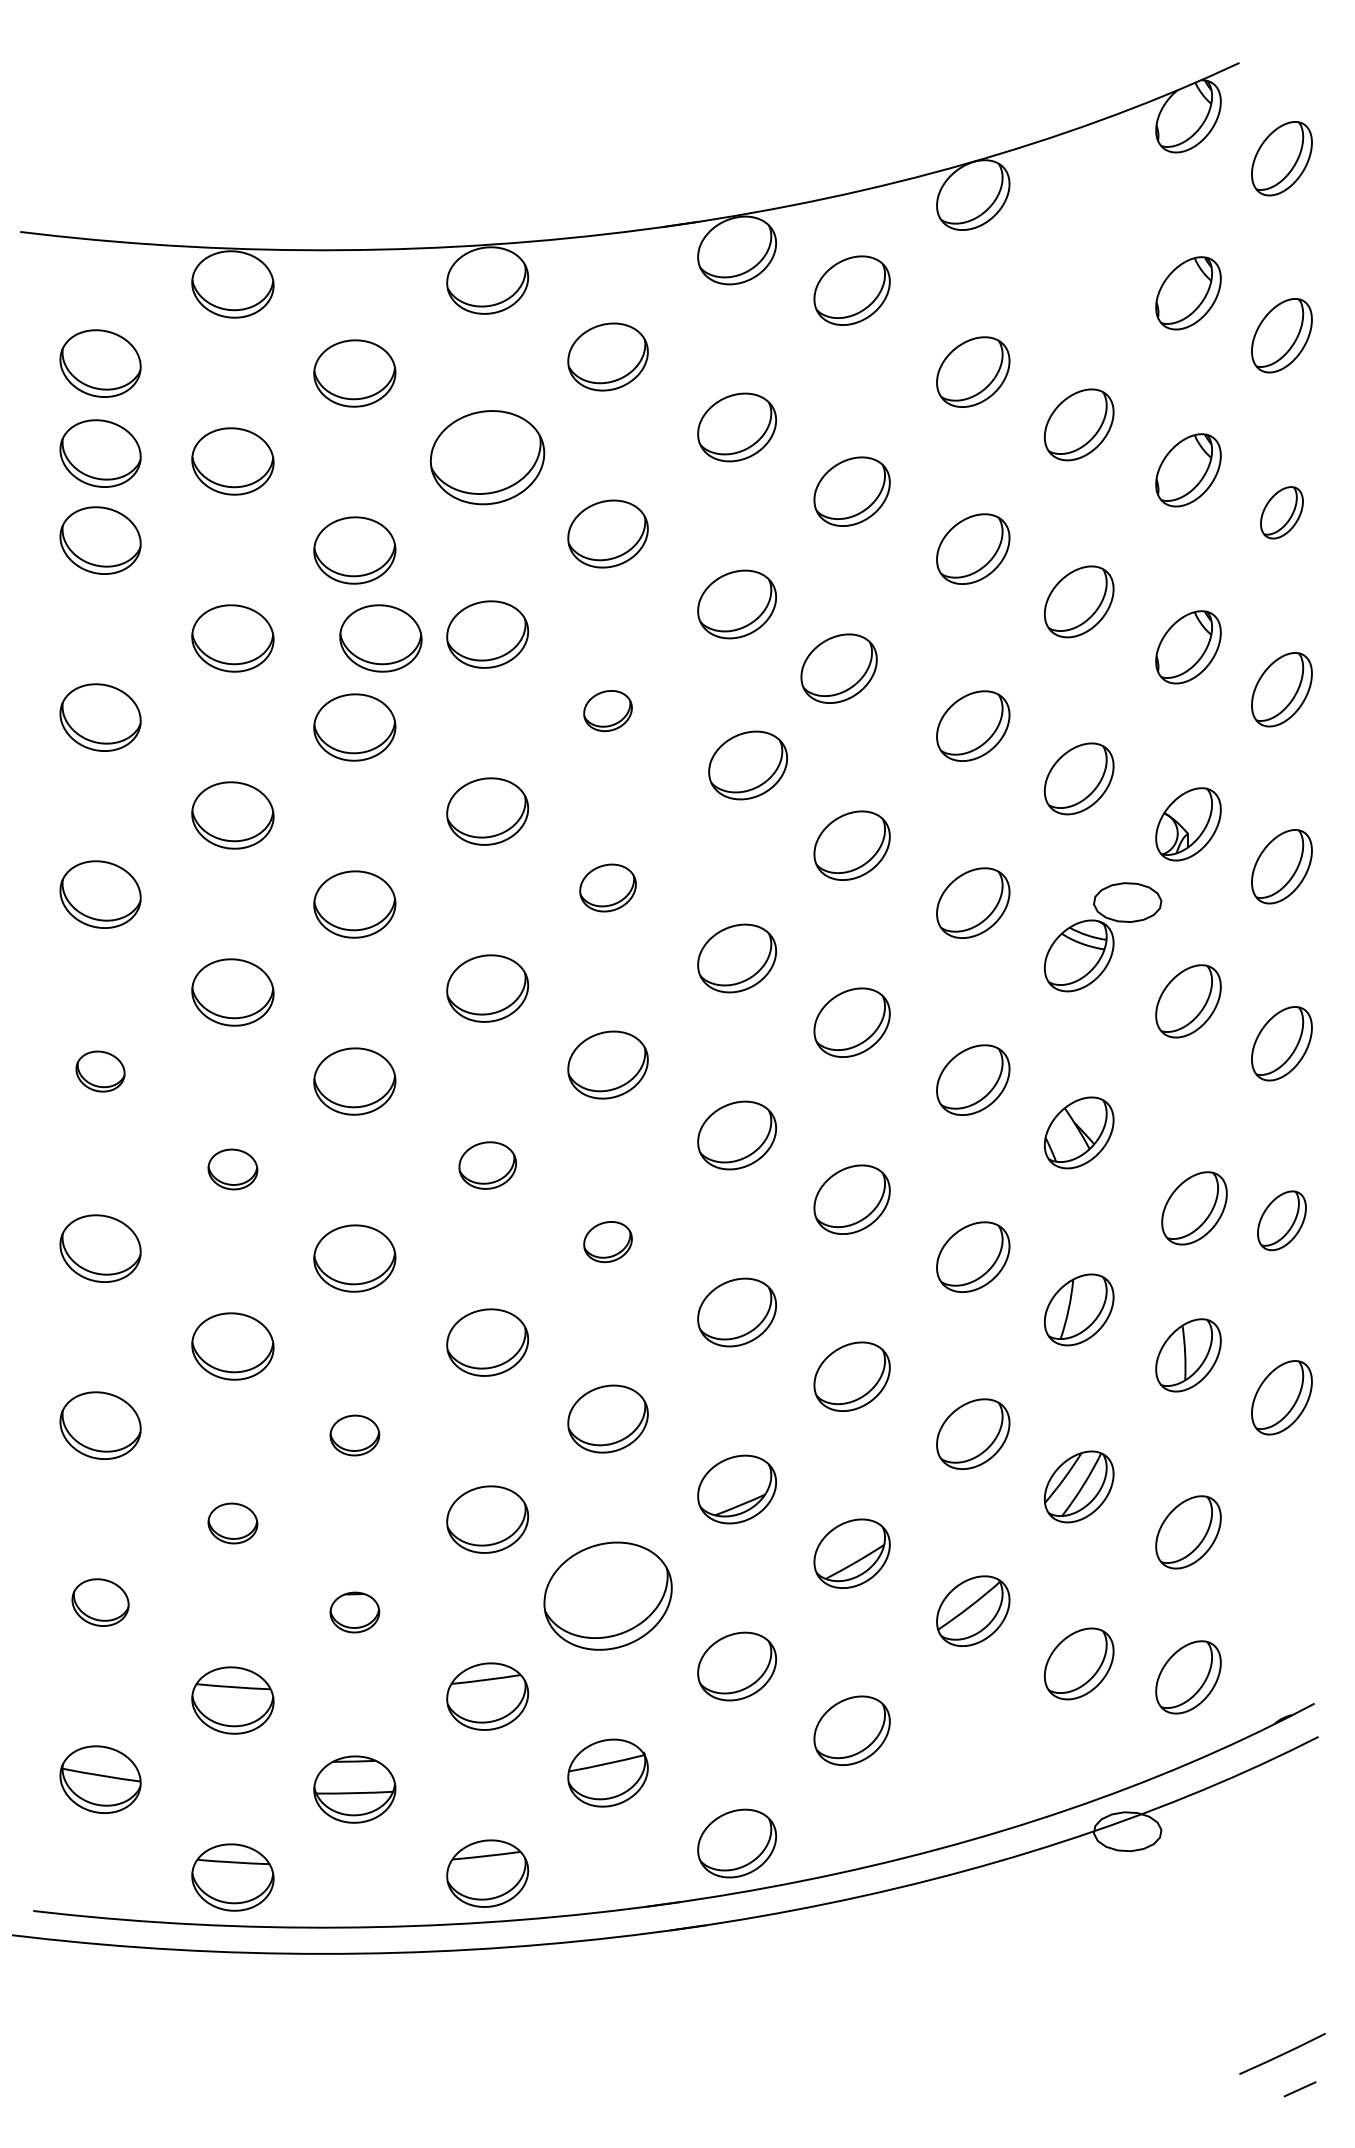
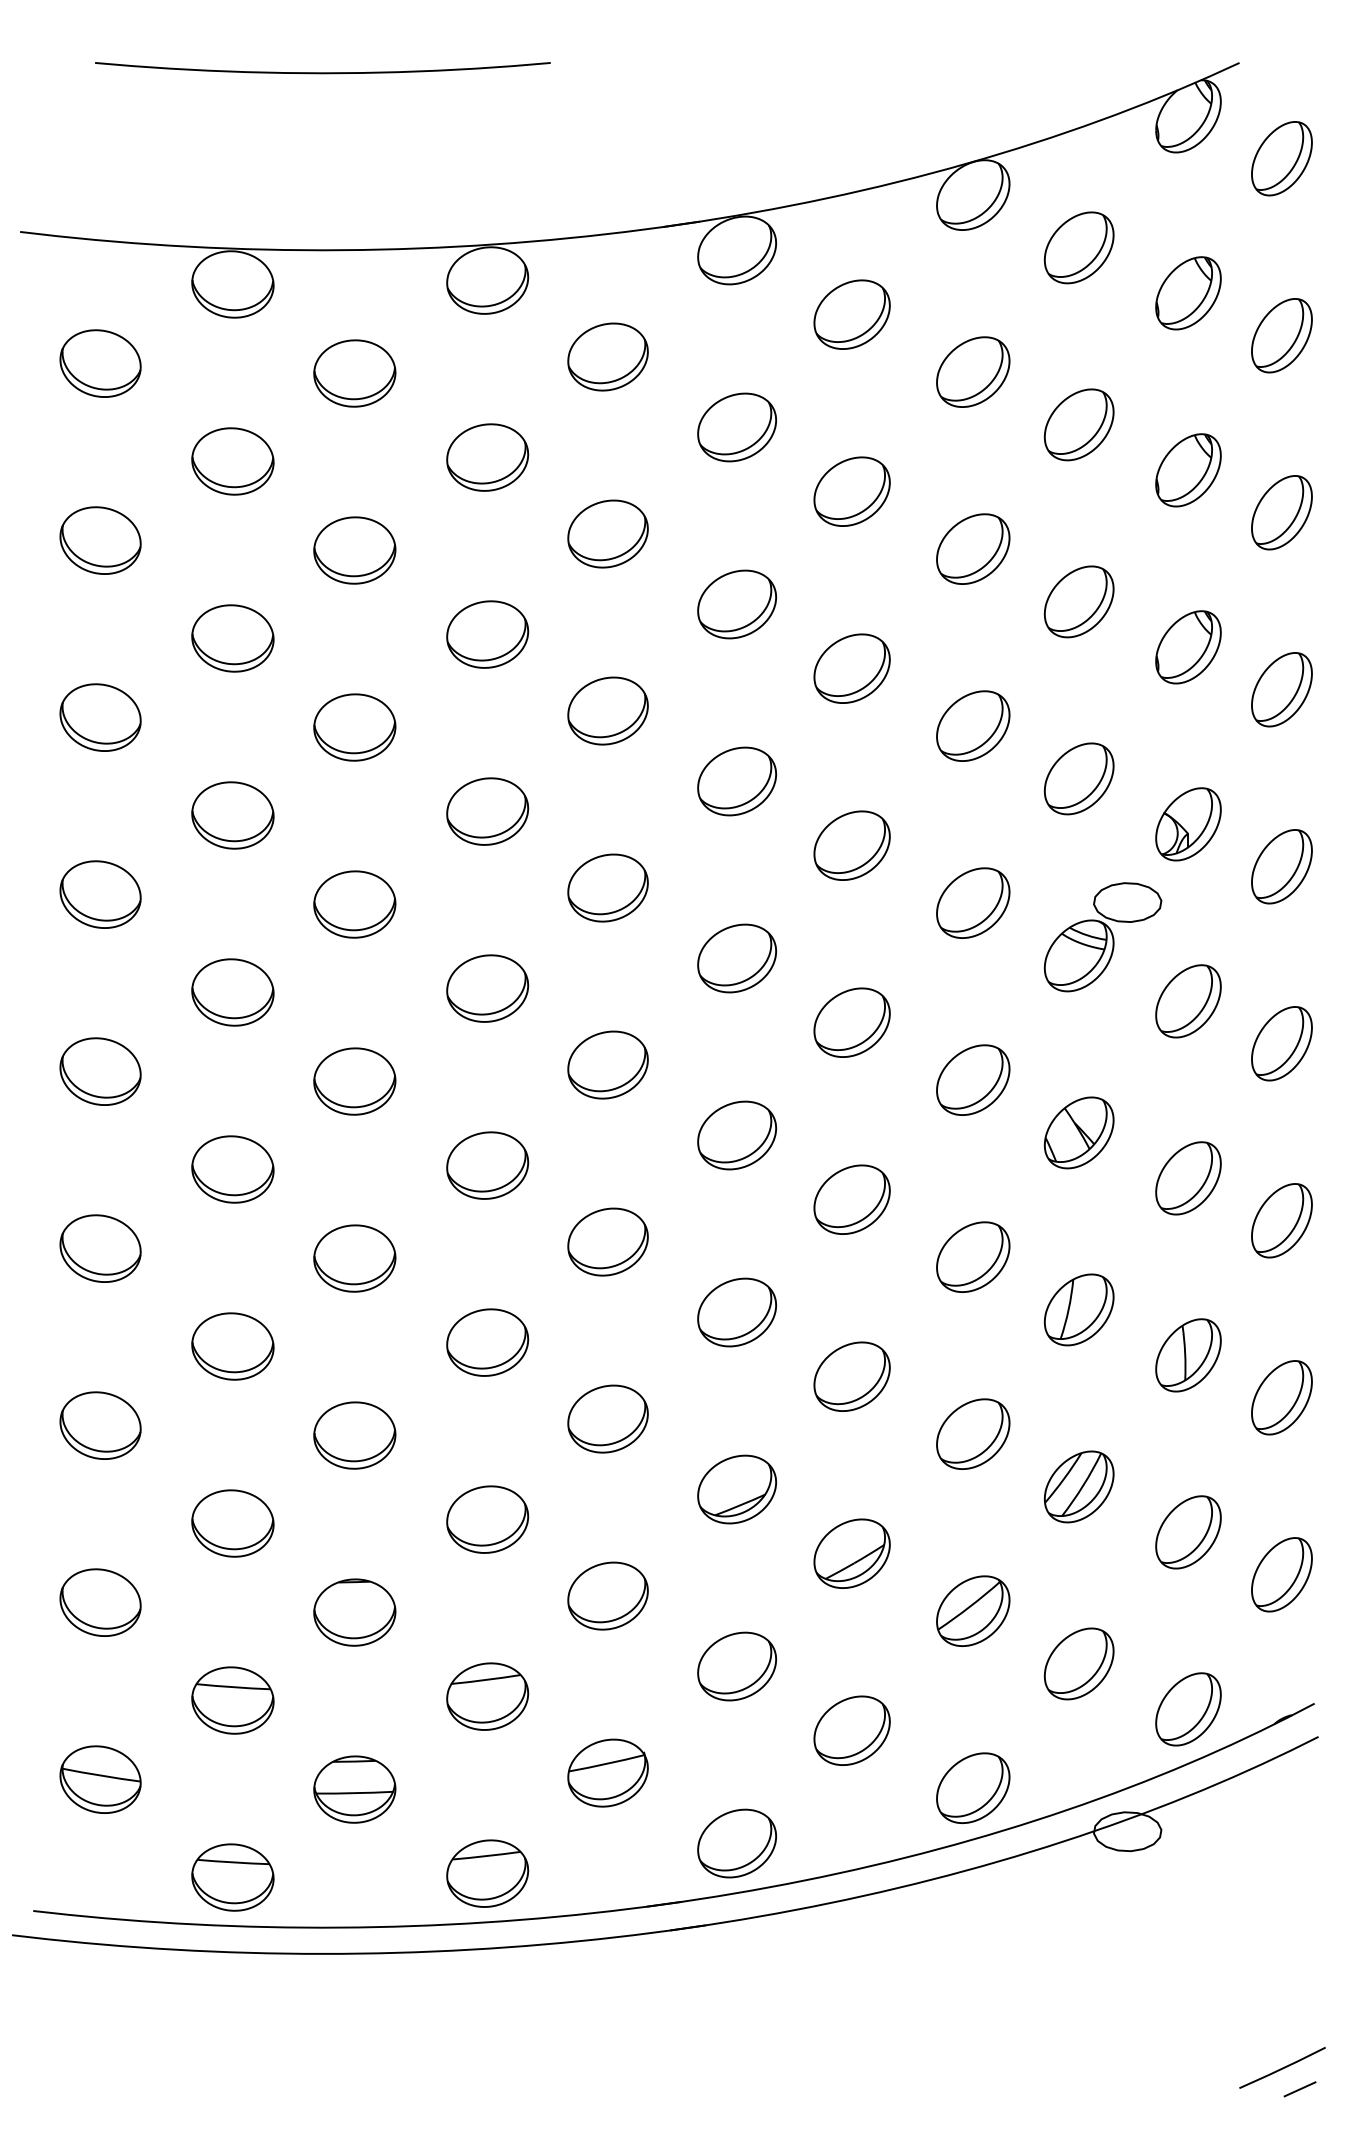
curve at (322, 72): none -> present
part at (1078, 247): none -> present
part at (851, 290) position: (851, 290) -> (851, 314)
part at (100, 453): present -> none
part at (487, 457) size: 116x96 px -> 84x69 px
part at (1281, 512) size: 44x54 px -> 62x76 px
part at (380, 638): present -> none
part at (838, 668) position: (838, 668) -> (851, 668)
part at (607, 711) size: 50x43 px -> 82x70 px
part at (747, 765) position: (747, 765) -> (736, 781)
part at (607, 887) size: 58x50 px -> 82x70 px
part at (100, 1071) size: 51x43 px -> 83x69 px
part at (487, 1165) size: 59x49 px -> 84x69 px
part at (232, 1169) size: 52x43 px -> 84x69 px
part at (1194, 1208) position: (1194, 1208) -> (1188, 1178)
part at (1281, 1220) size: 50x62 px -> 62x76 px
part at (607, 1242) size: 50x43 px -> 82x70 px
part at (354, 1435) size: 52x43 px -> 84x69 px
part at (232, 1523) size: 52x43 px -> 84x69 px
part at (1281, 1574): none -> present
part at (607, 1595) size: 130x110 px -> 82x70 px
part at (100, 1602) size: 59x49 px -> 83x69 px
part at (354, 1612) size: 52x43 px -> 84x69 px
part at (1188, 1677) position: (1188, 1677) -> (1188, 1709)
part at (973, 1787): none -> present
line at (1282, 2053) position: (1282, 2053) -> (1282, 2067)
